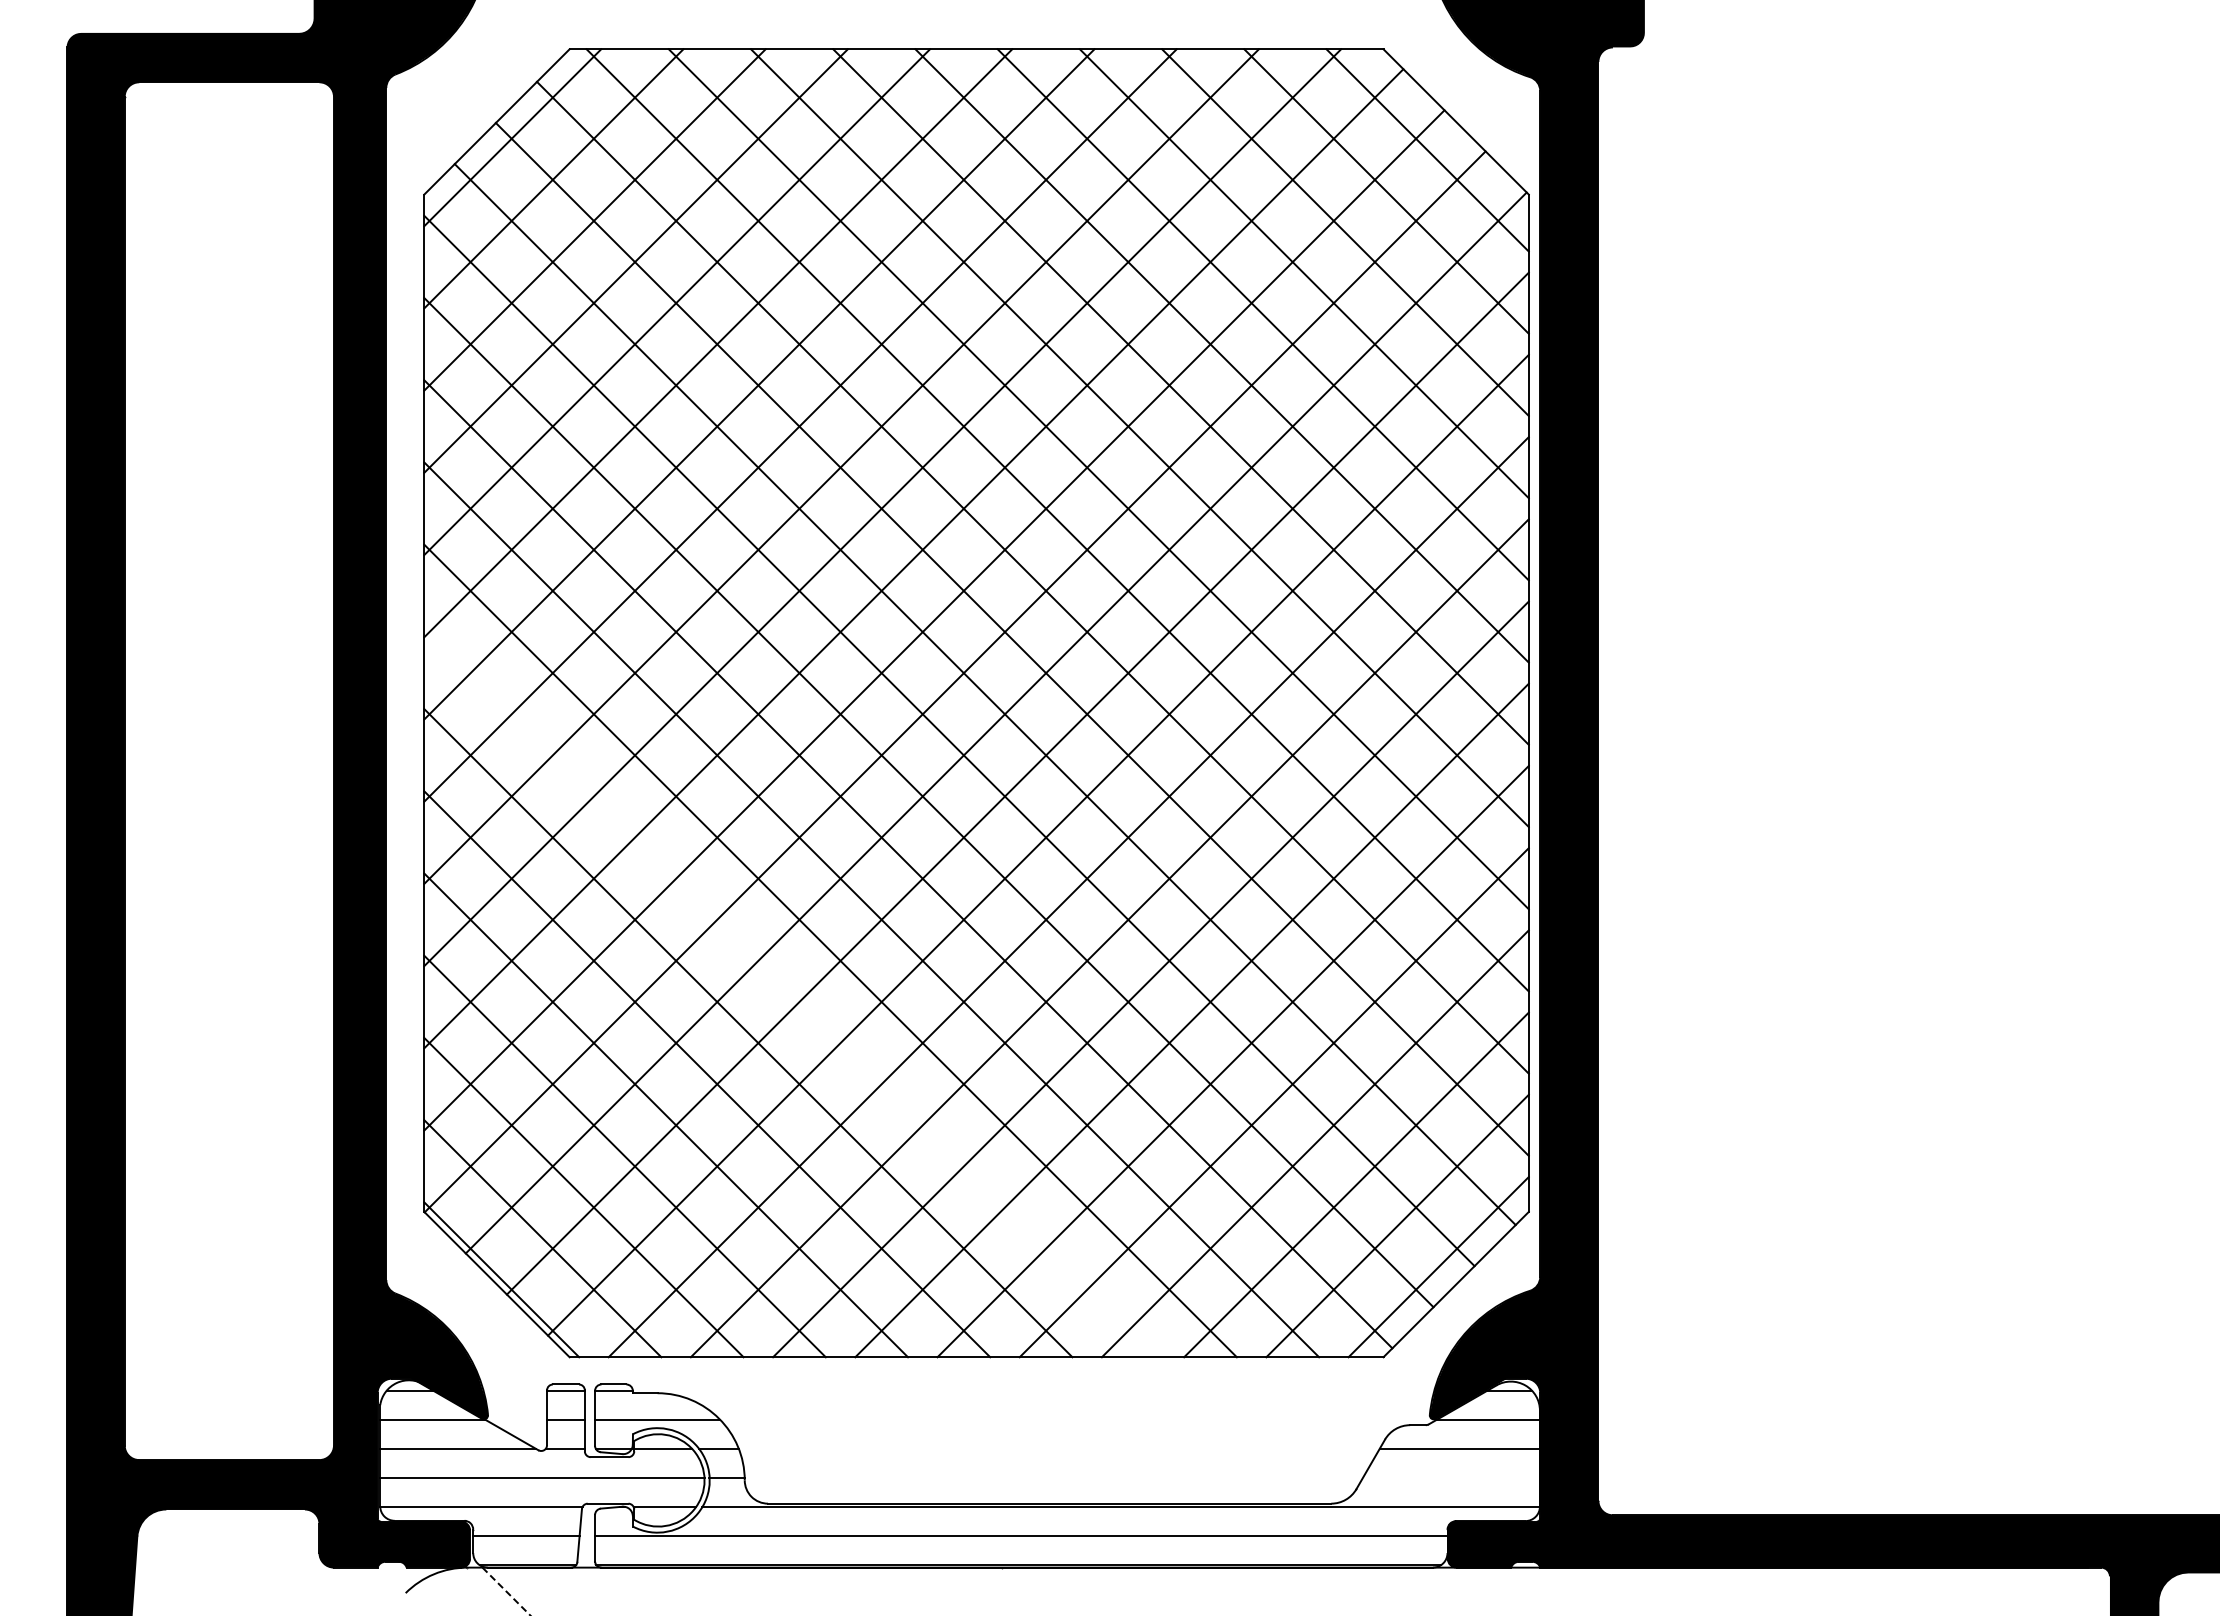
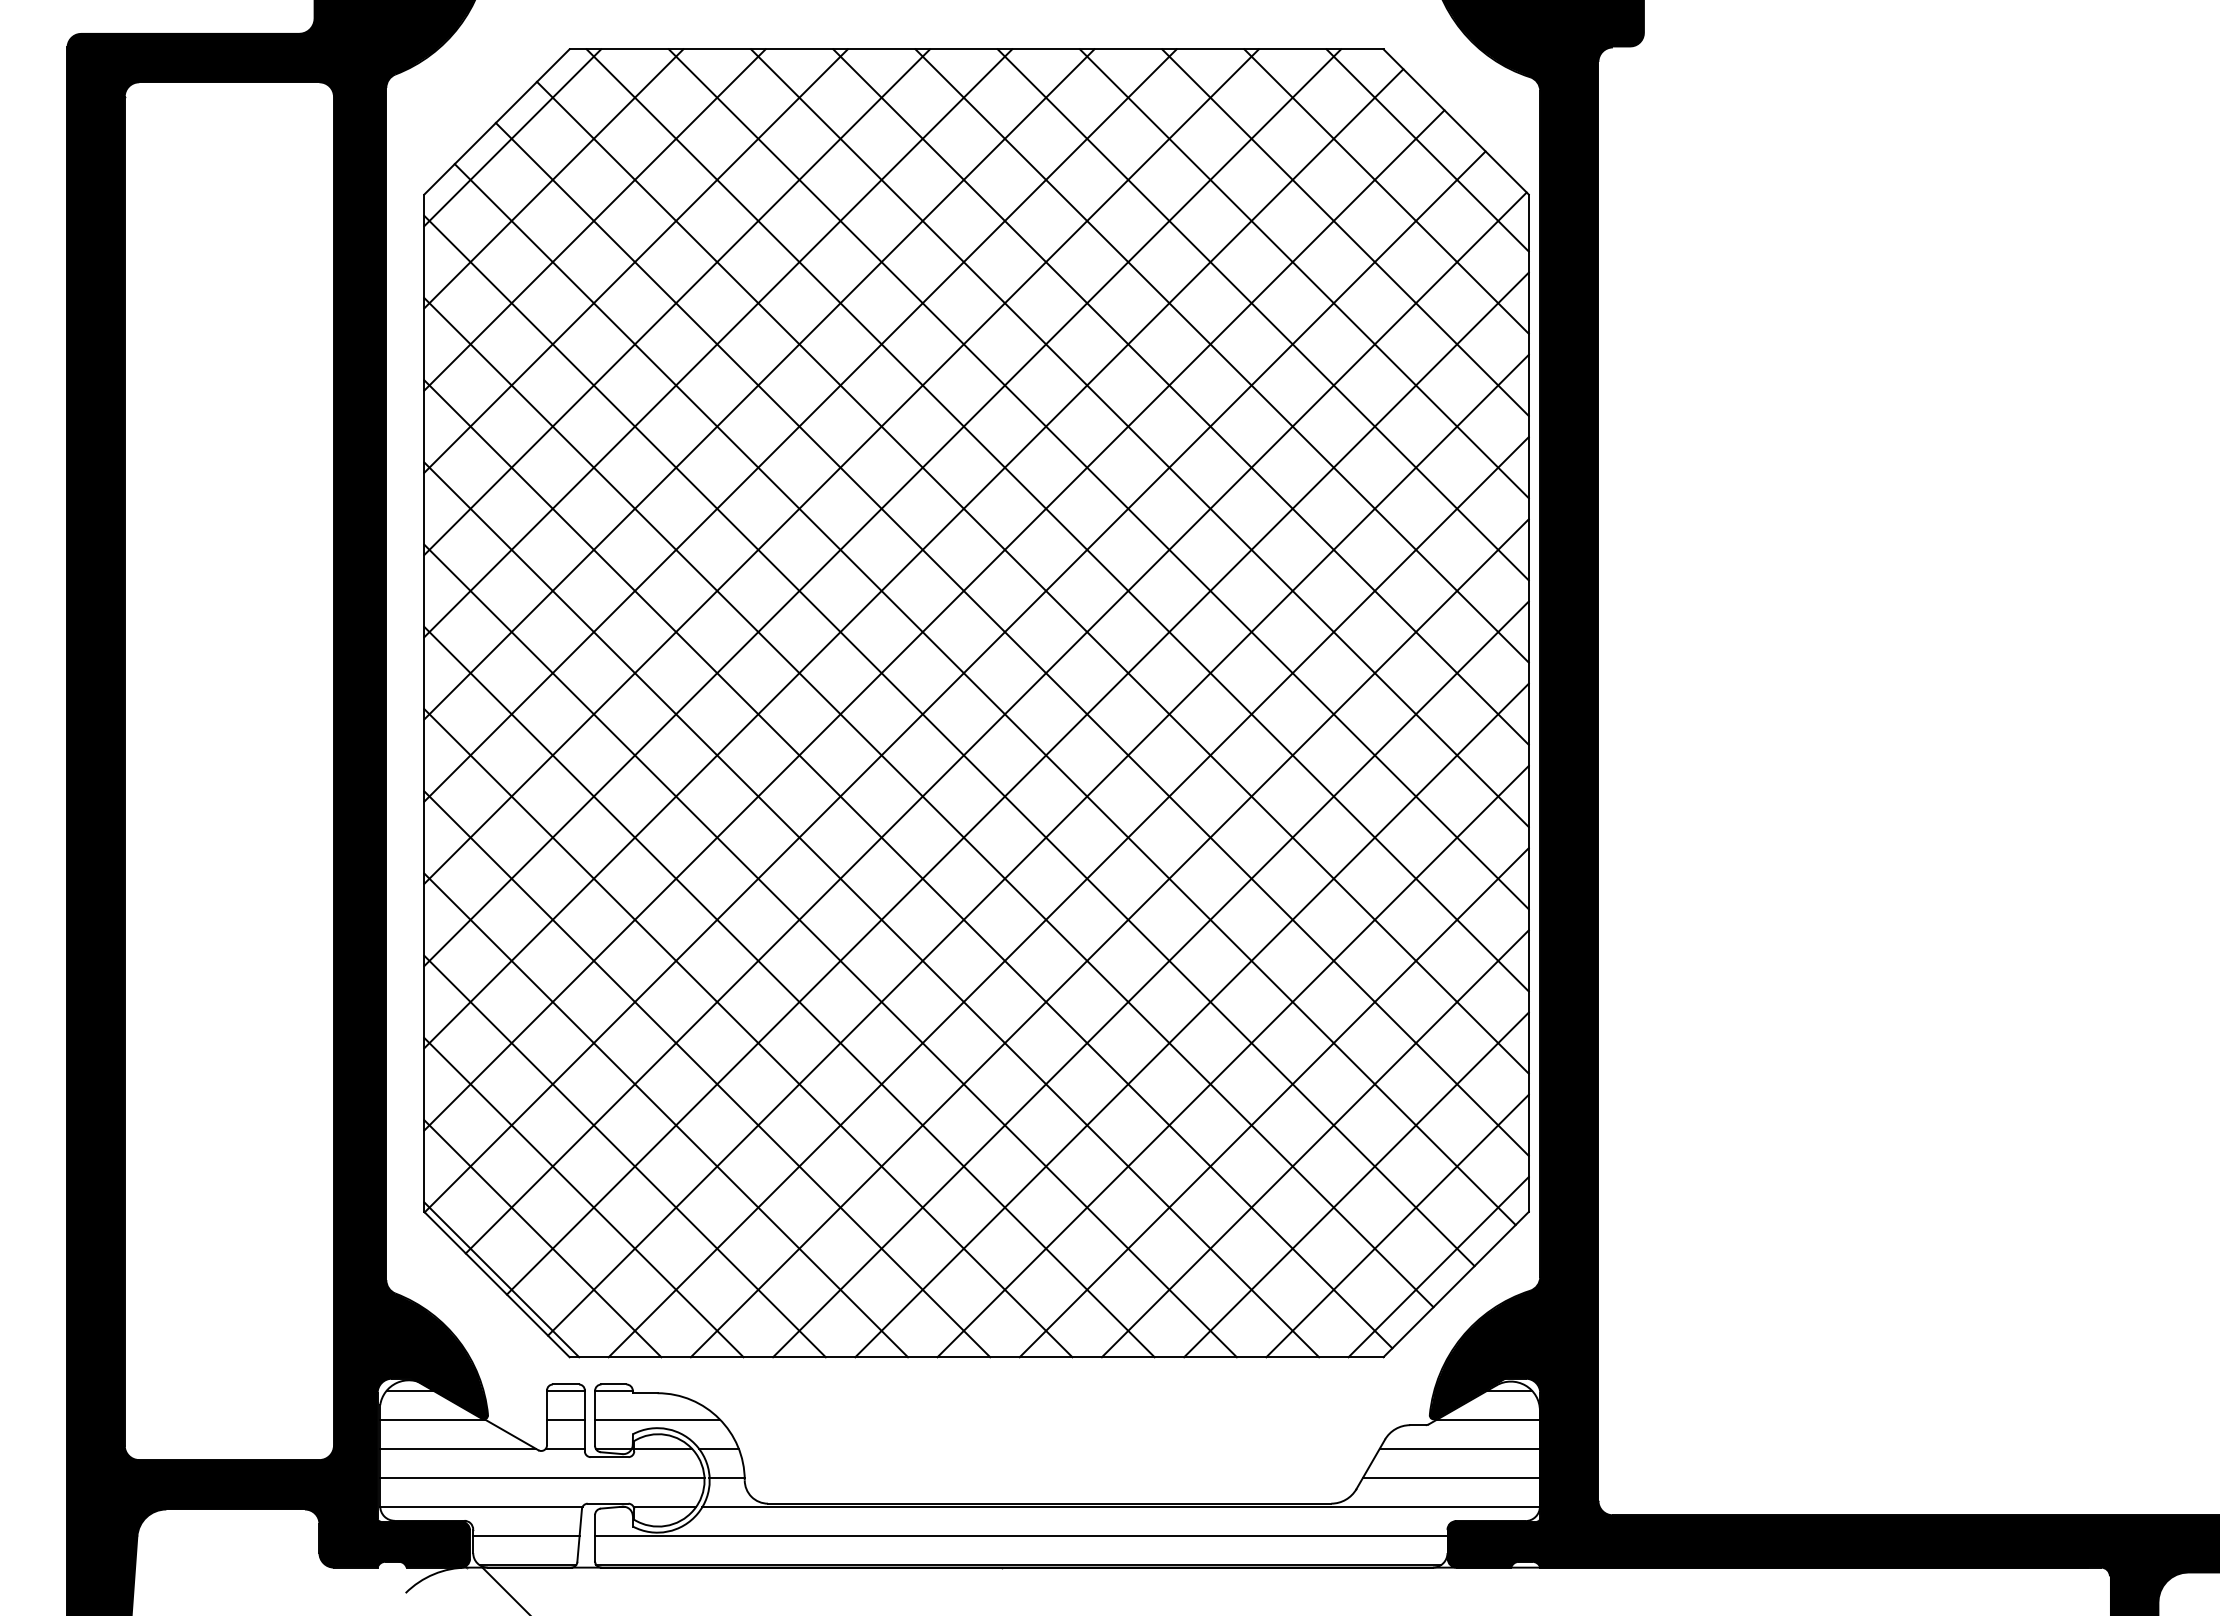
line at (789, 991): none -> present
line at (1450, 1477): none -> present
line at (506, 1591): dashed -> solid
